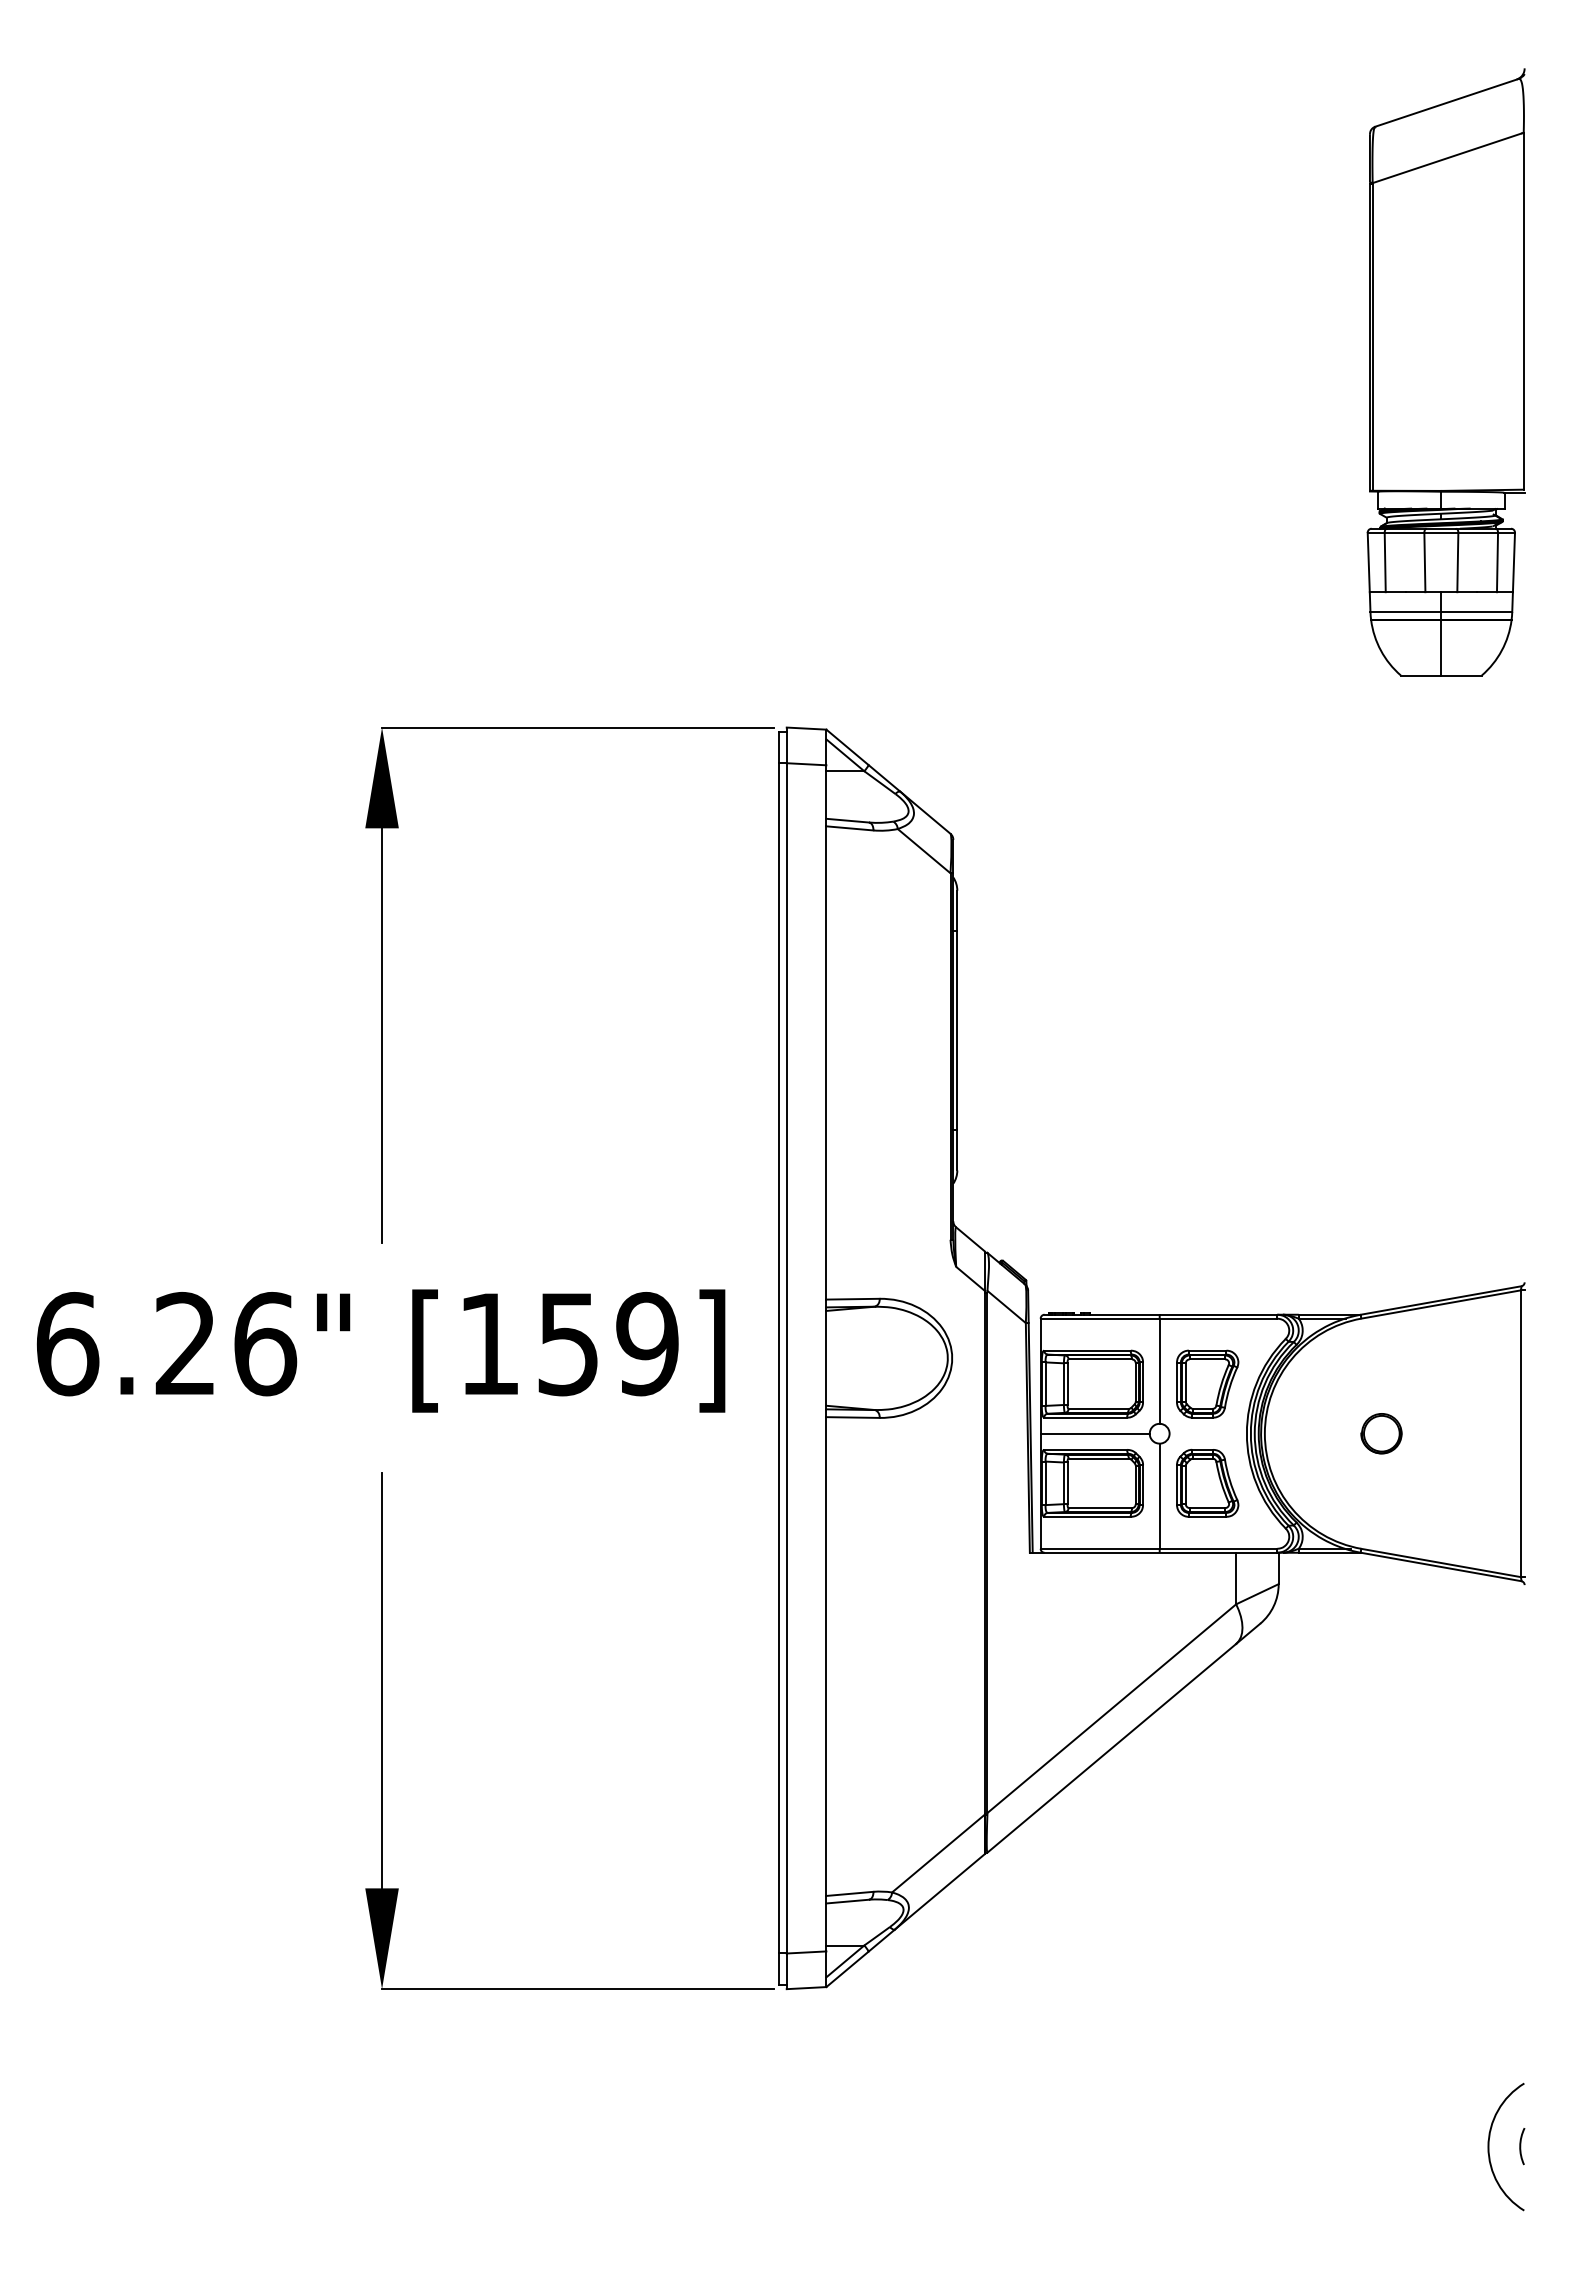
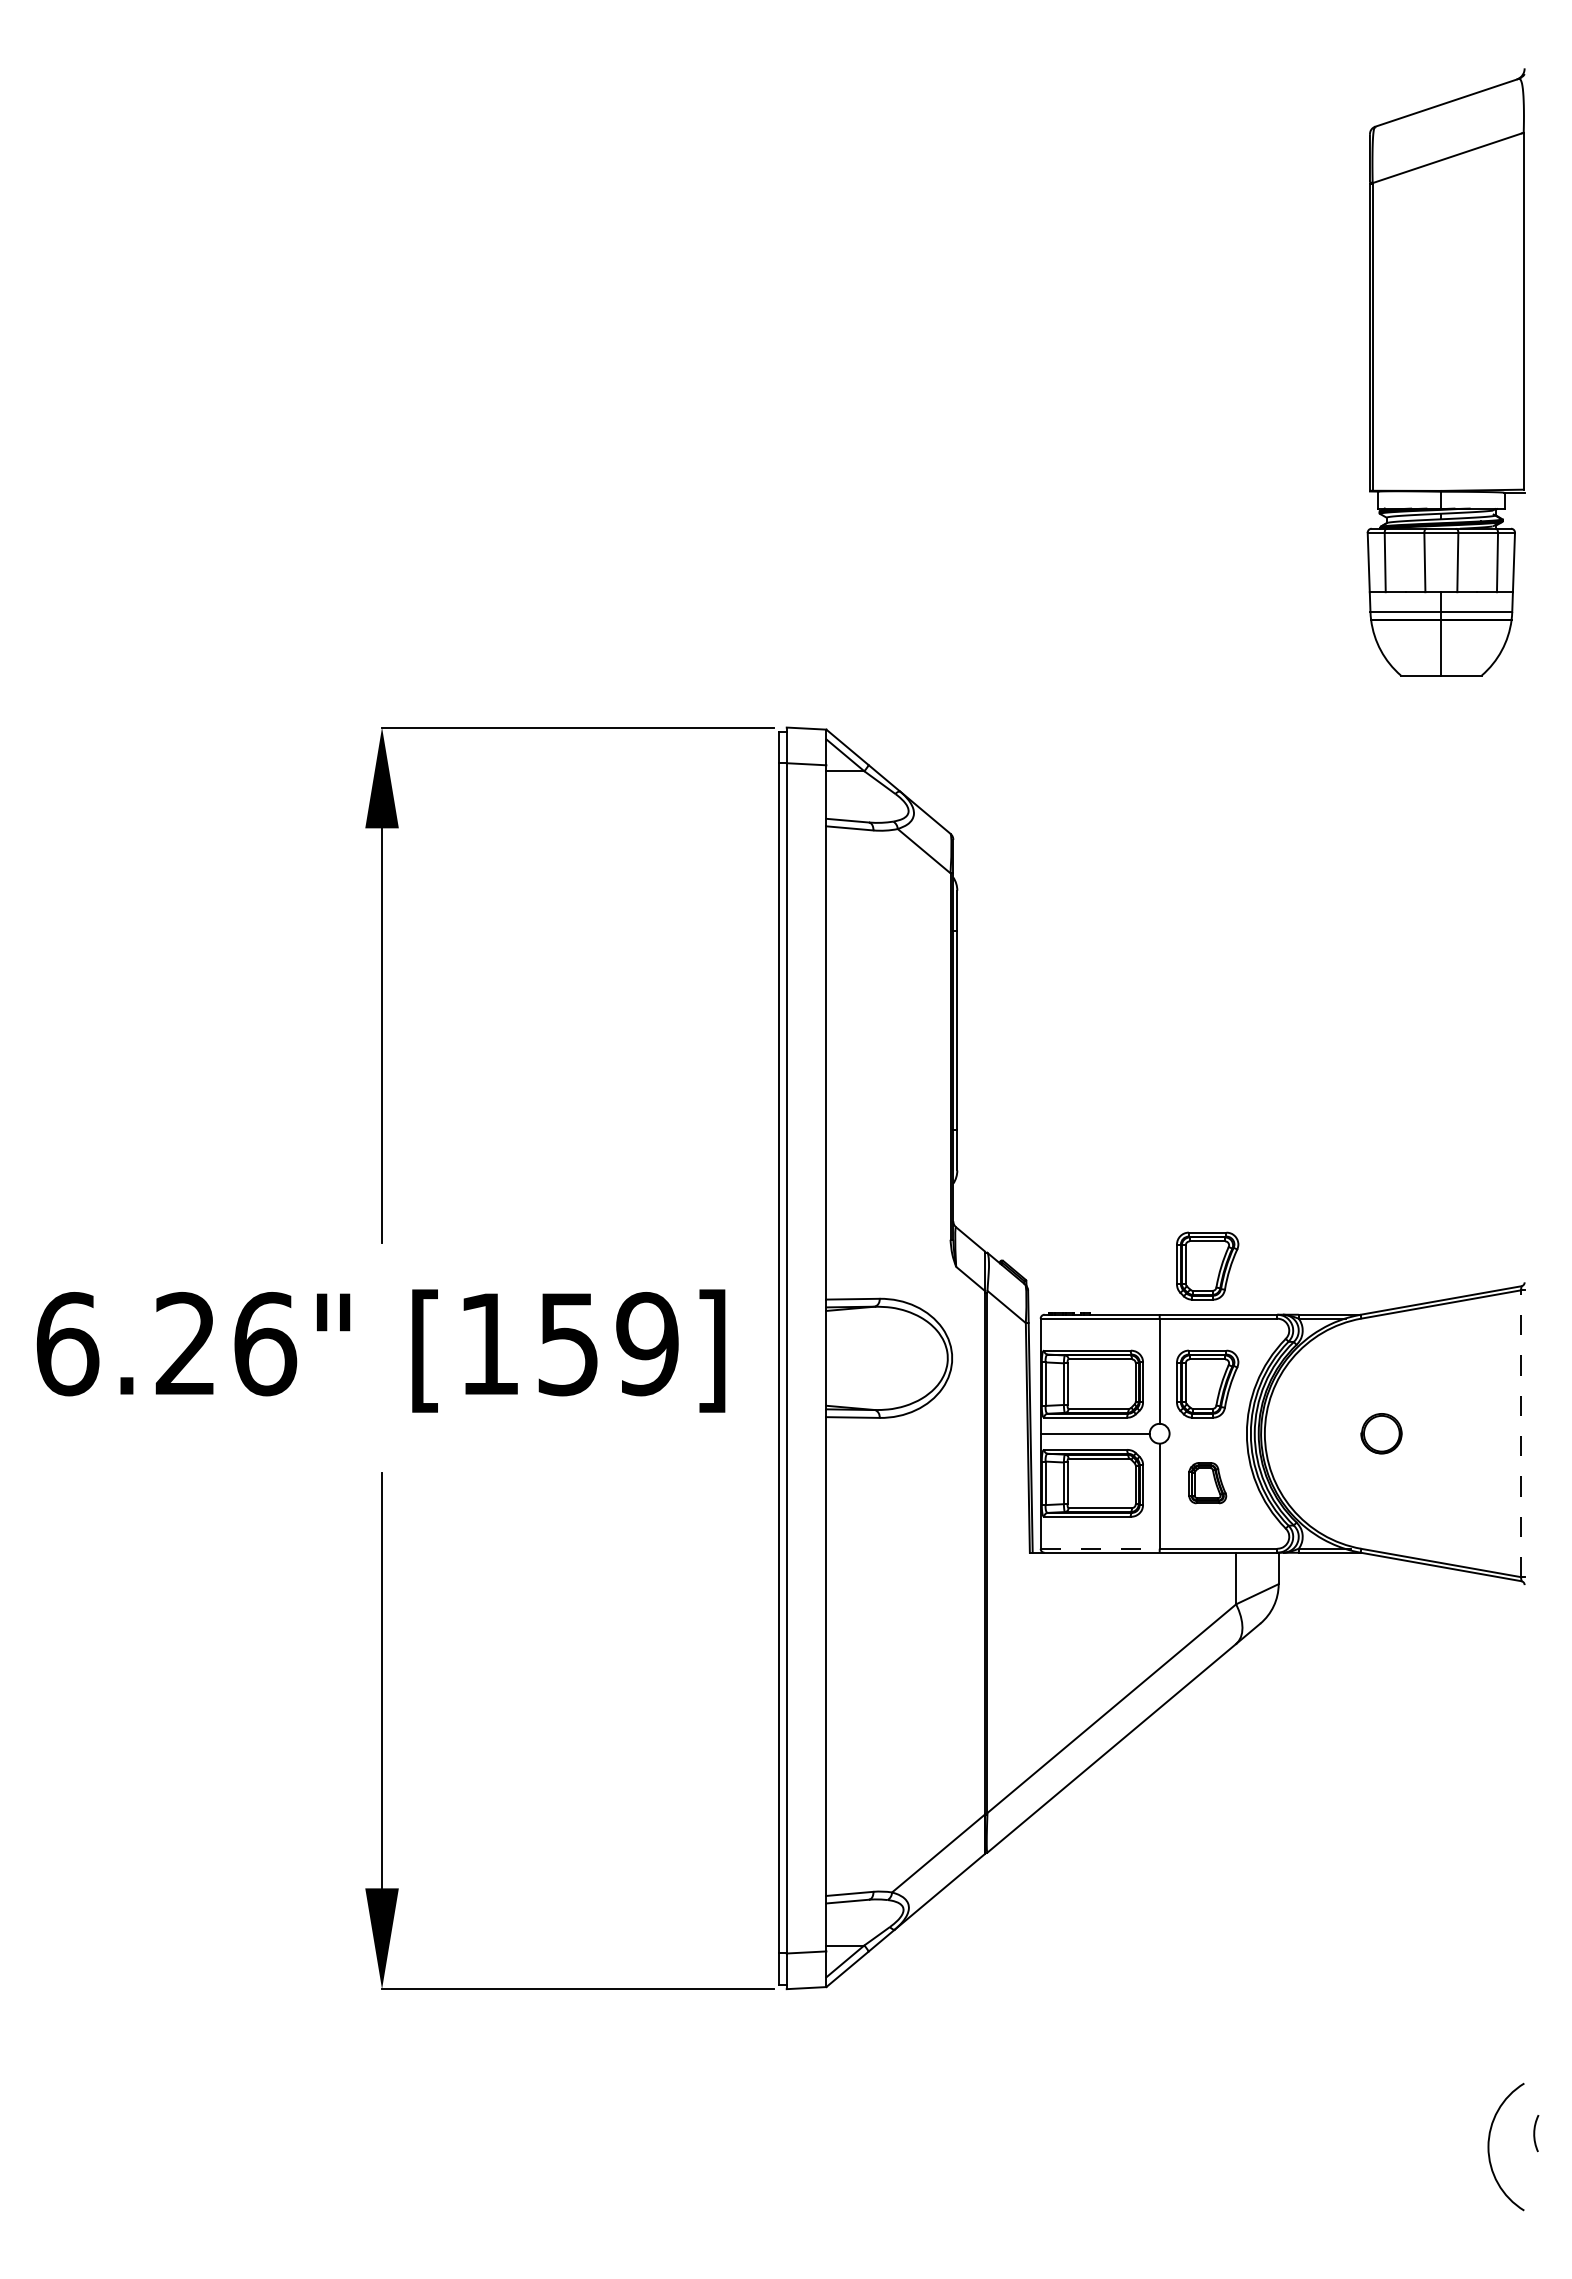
part at (1207, 1265): none -> present
line at (1520, 1433): solid -> dashed
part at (1207, 1482) size: 64x70 px -> 40x43 px
line at (1100, 1548): solid -> dashed
arc at (1521, 2146) position: (1521, 2146) -> (1535, 2133)
